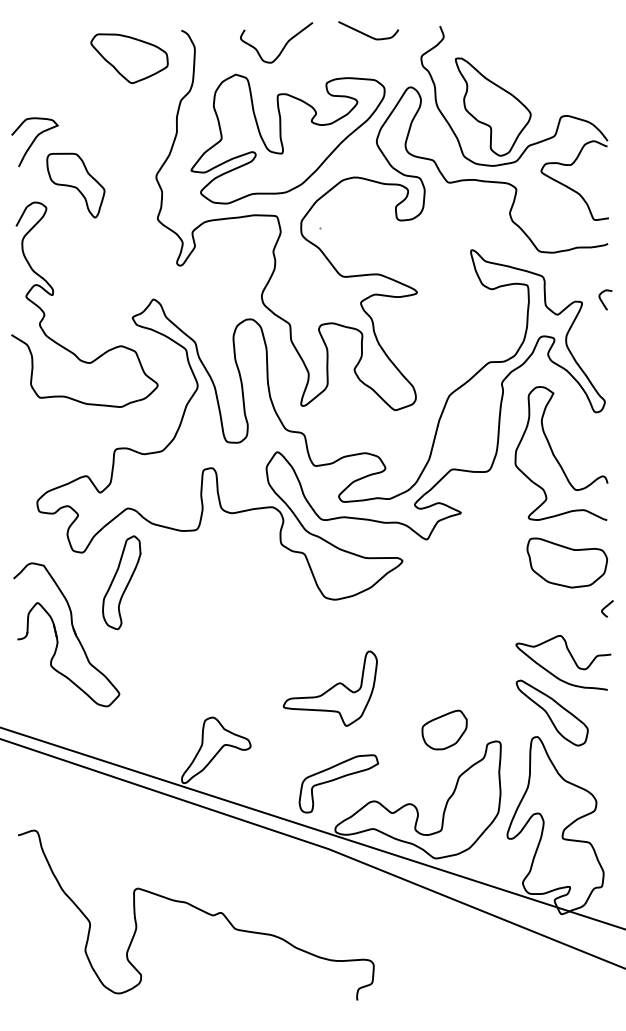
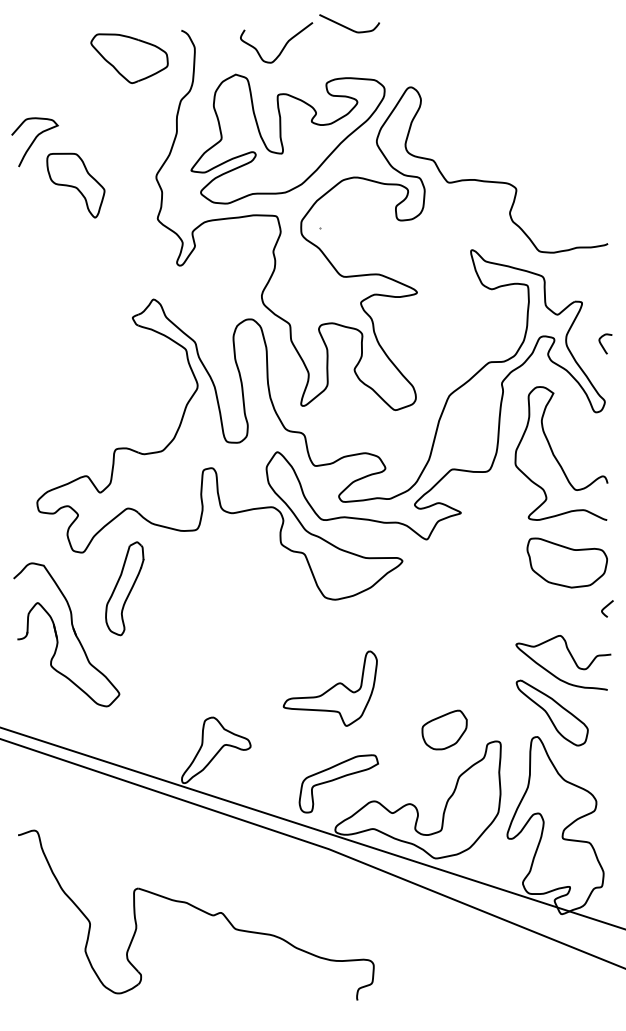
curve at (367, 34) position: (367, 34) -> (348, 27)
part at (514, 123): present -> none
part at (53, 295): present -> none
curve at (602, 300) position: (602, 300) -> (602, 344)
part at (121, 582) position: (121, 582) -> (124, 588)
